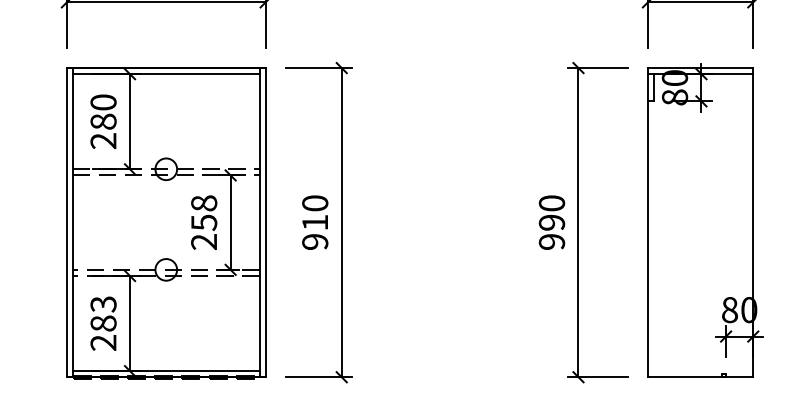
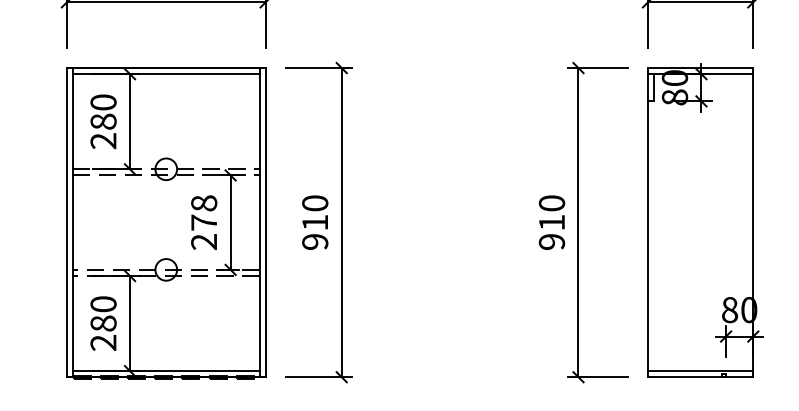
text at (204, 222): 258 -> 278
text at (551, 222): 990 -> 910
text at (103, 304): 283 -> 280
line at (700, 371): none -> present
